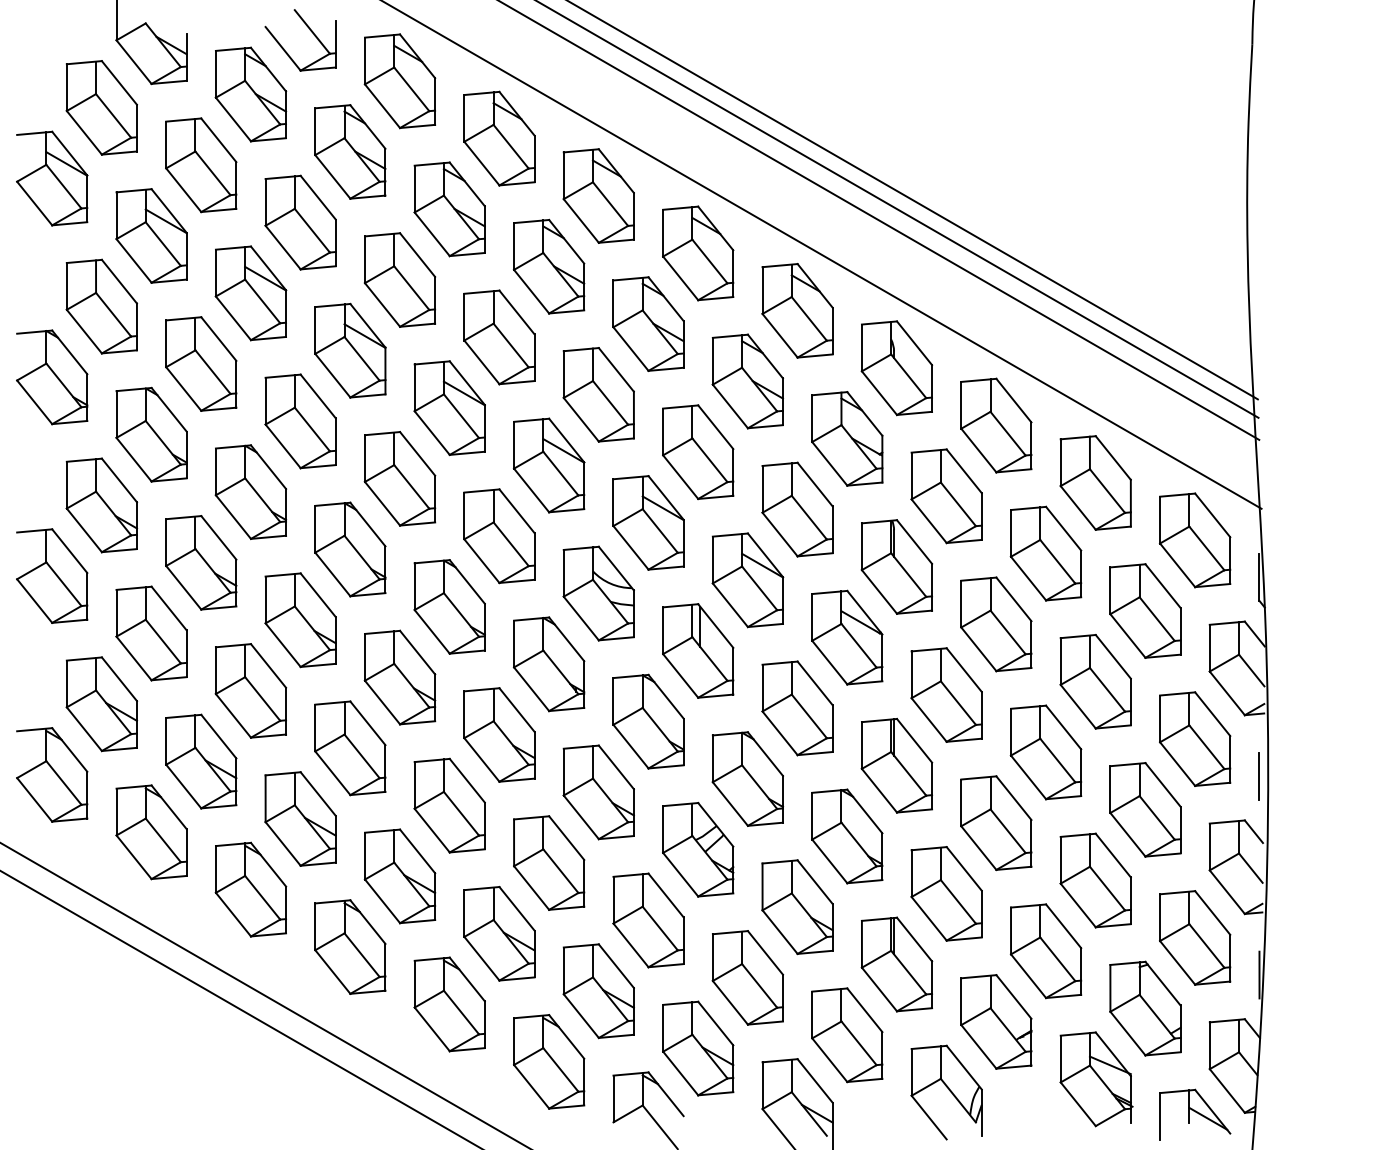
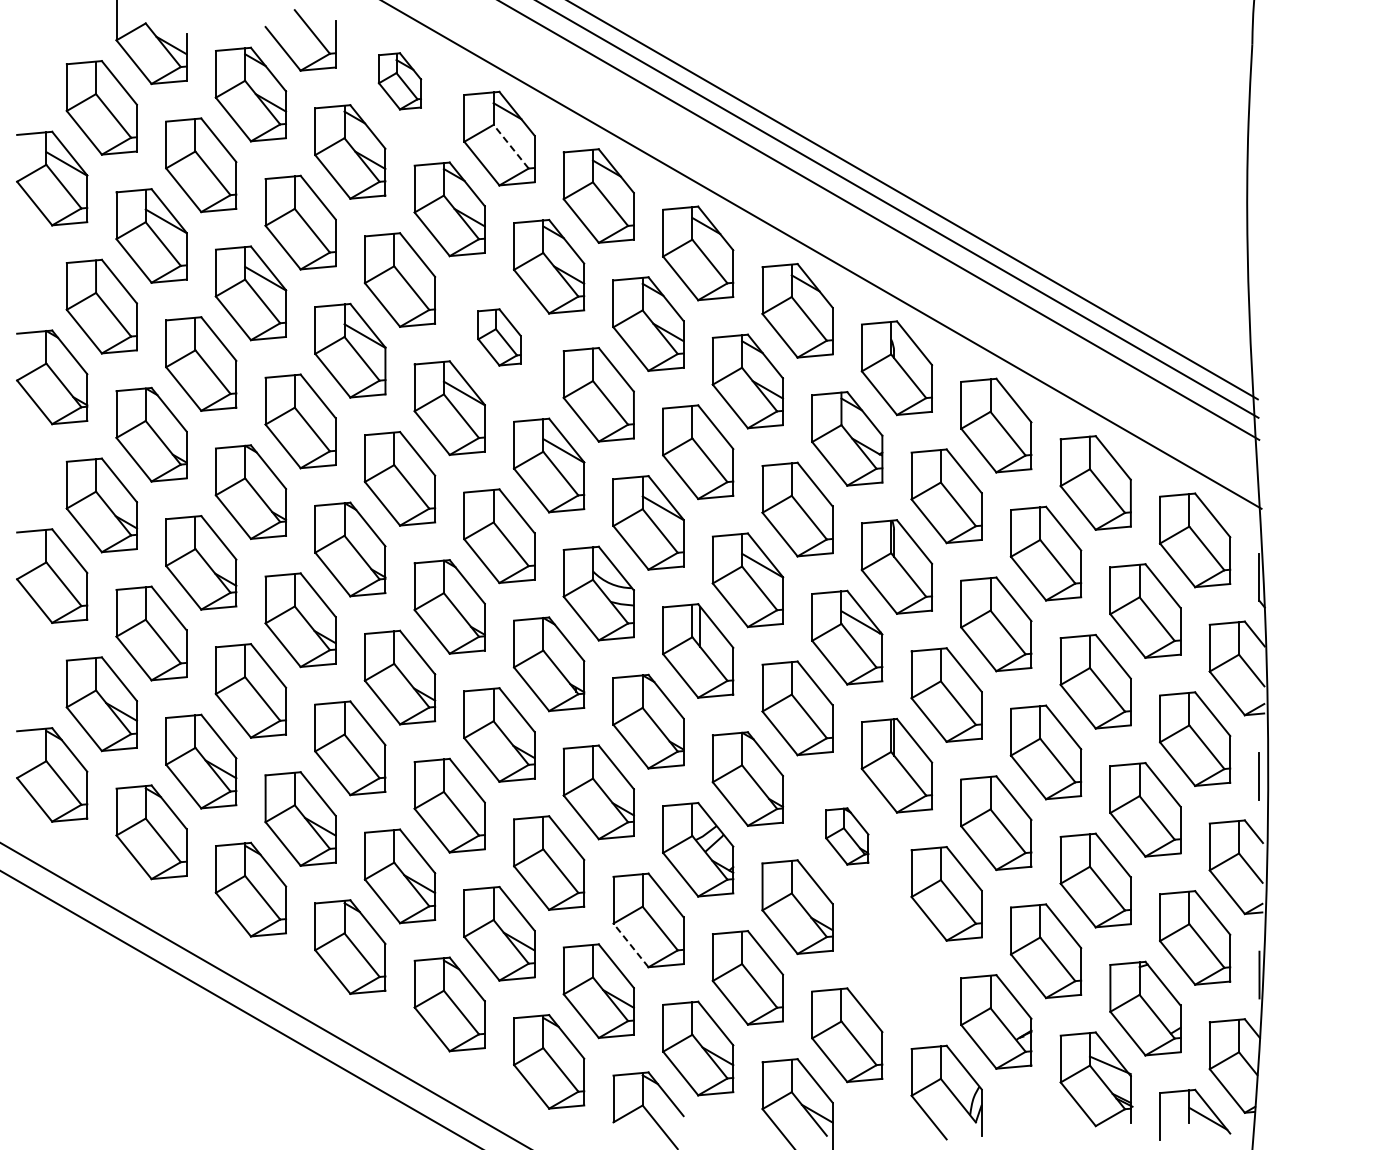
part at (399, 81) size: 74x97 px -> 46x59 px
line at (510, 146): solid -> dashed
part at (499, 337) size: 73x97 px -> 45x59 px
part at (847, 836) size: 73x97 px -> 45x59 px
line at (631, 945): solid -> dashed
part at (896, 964): present -> none
